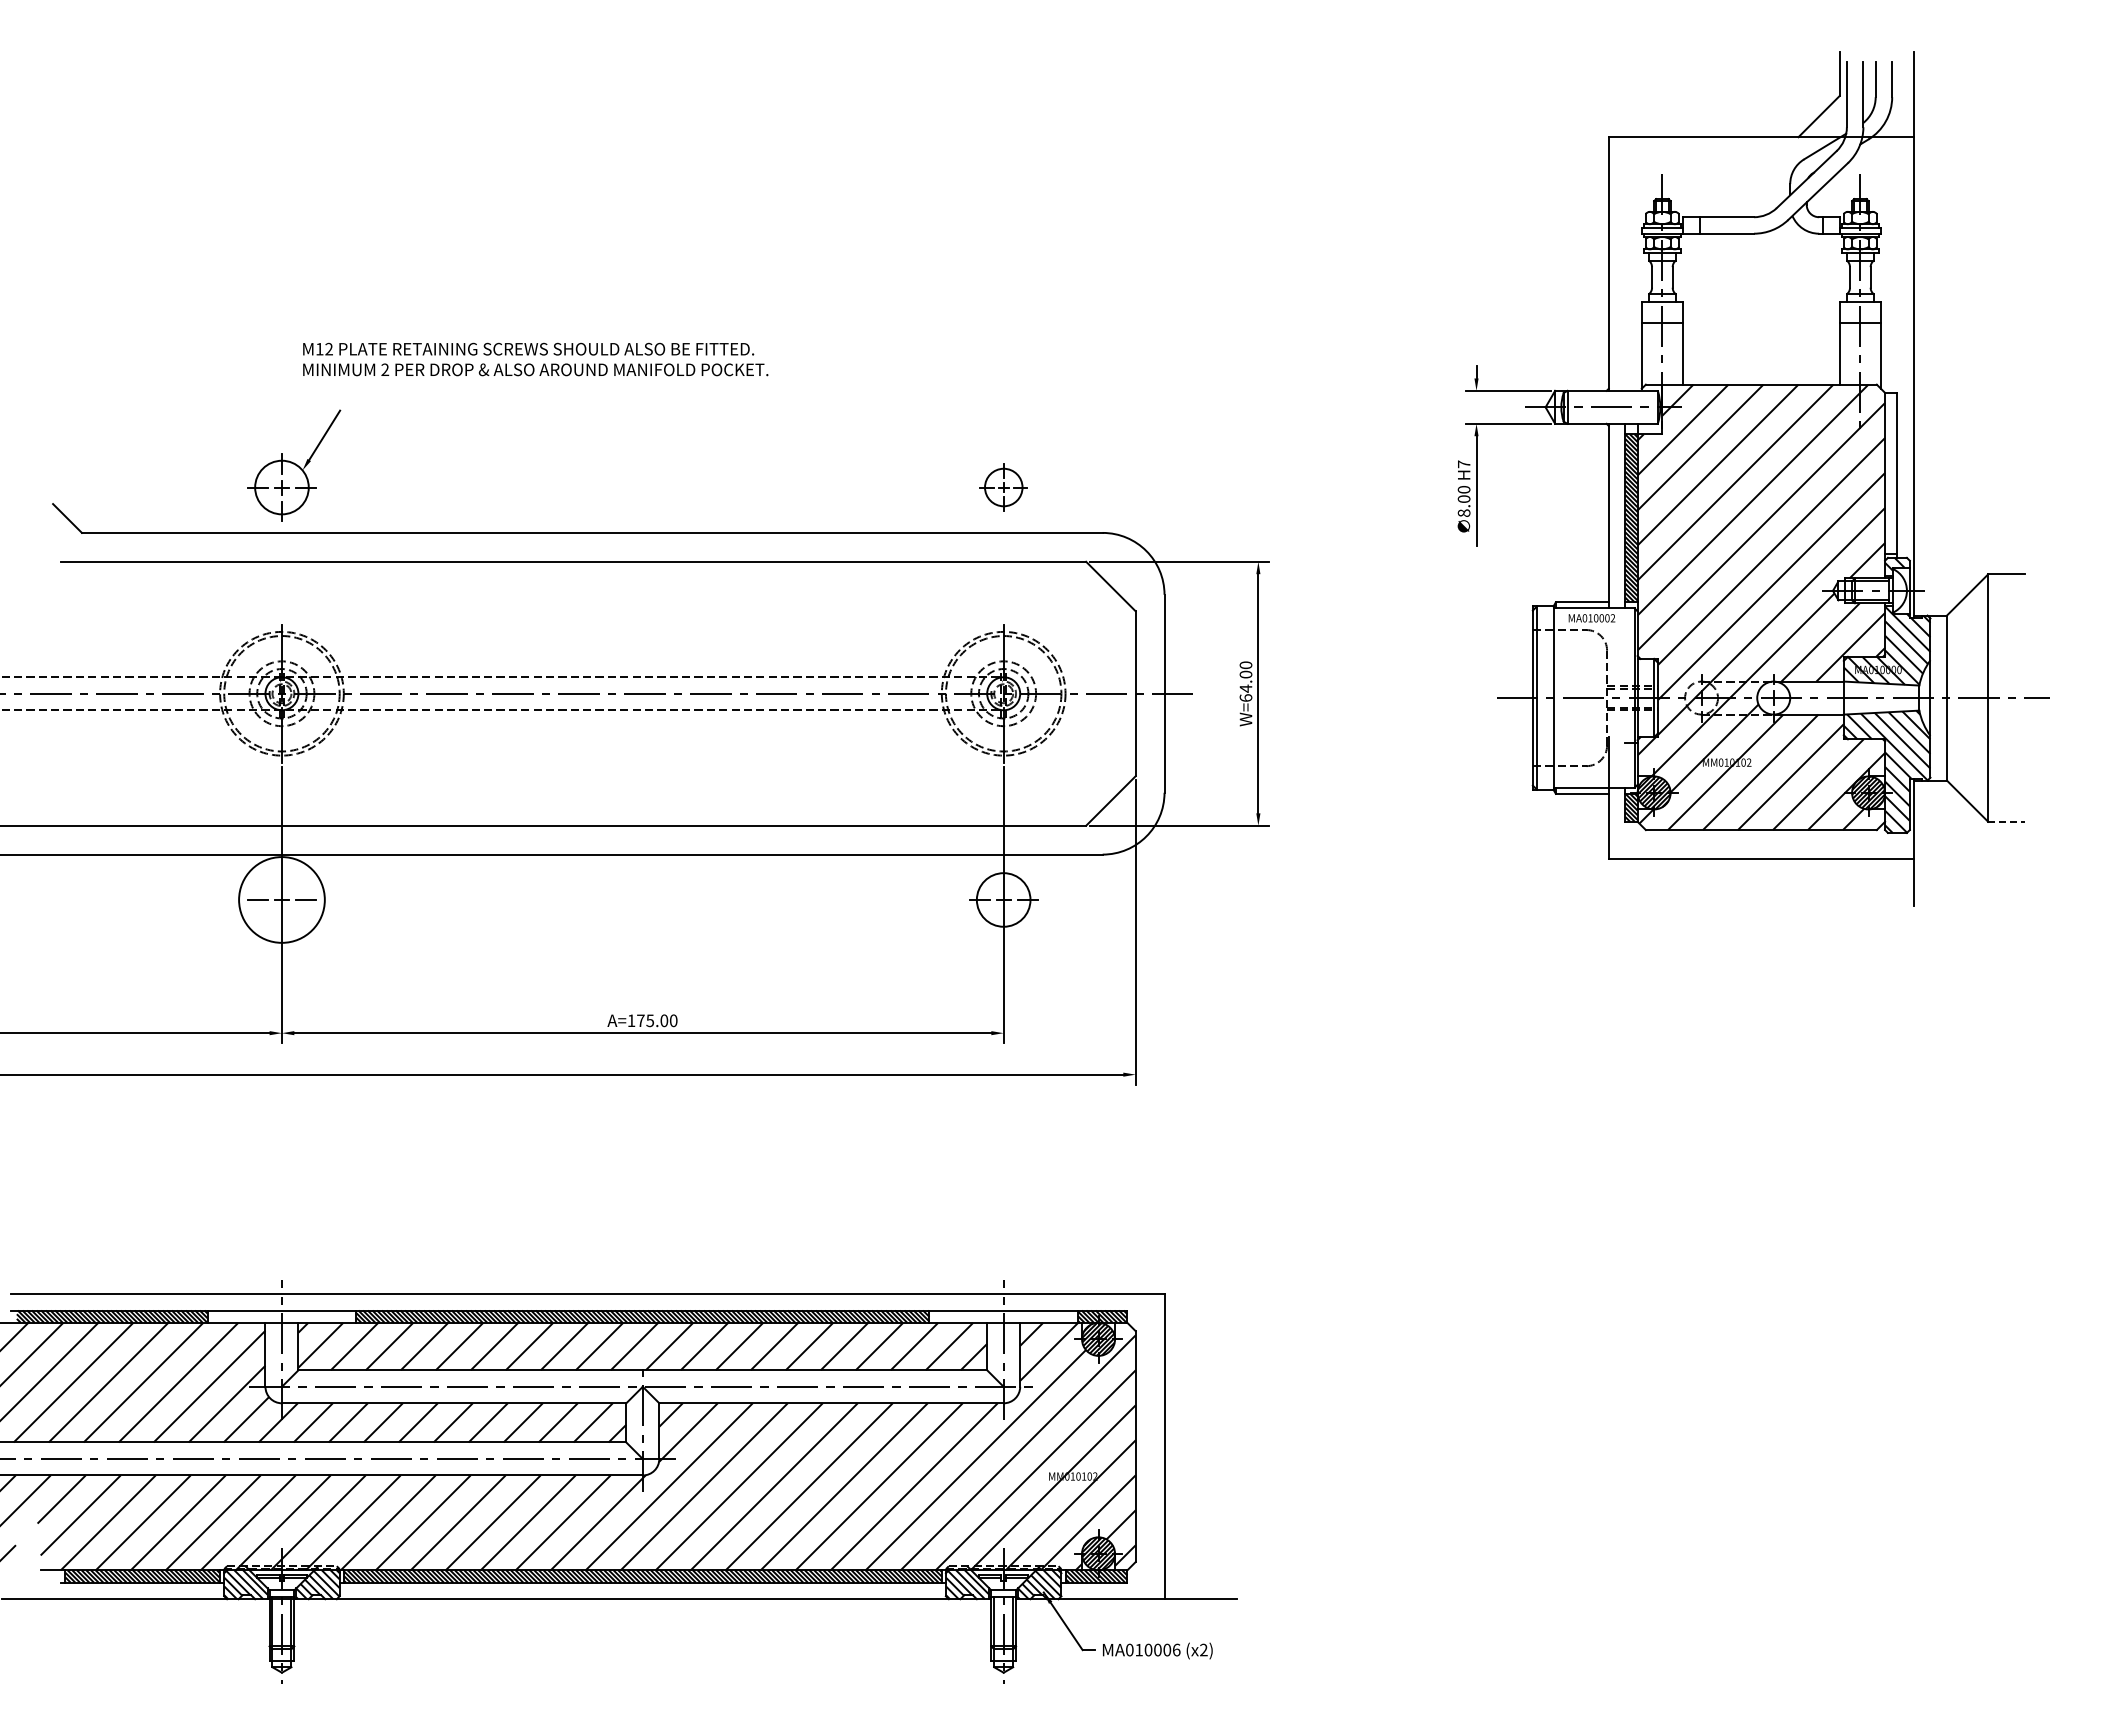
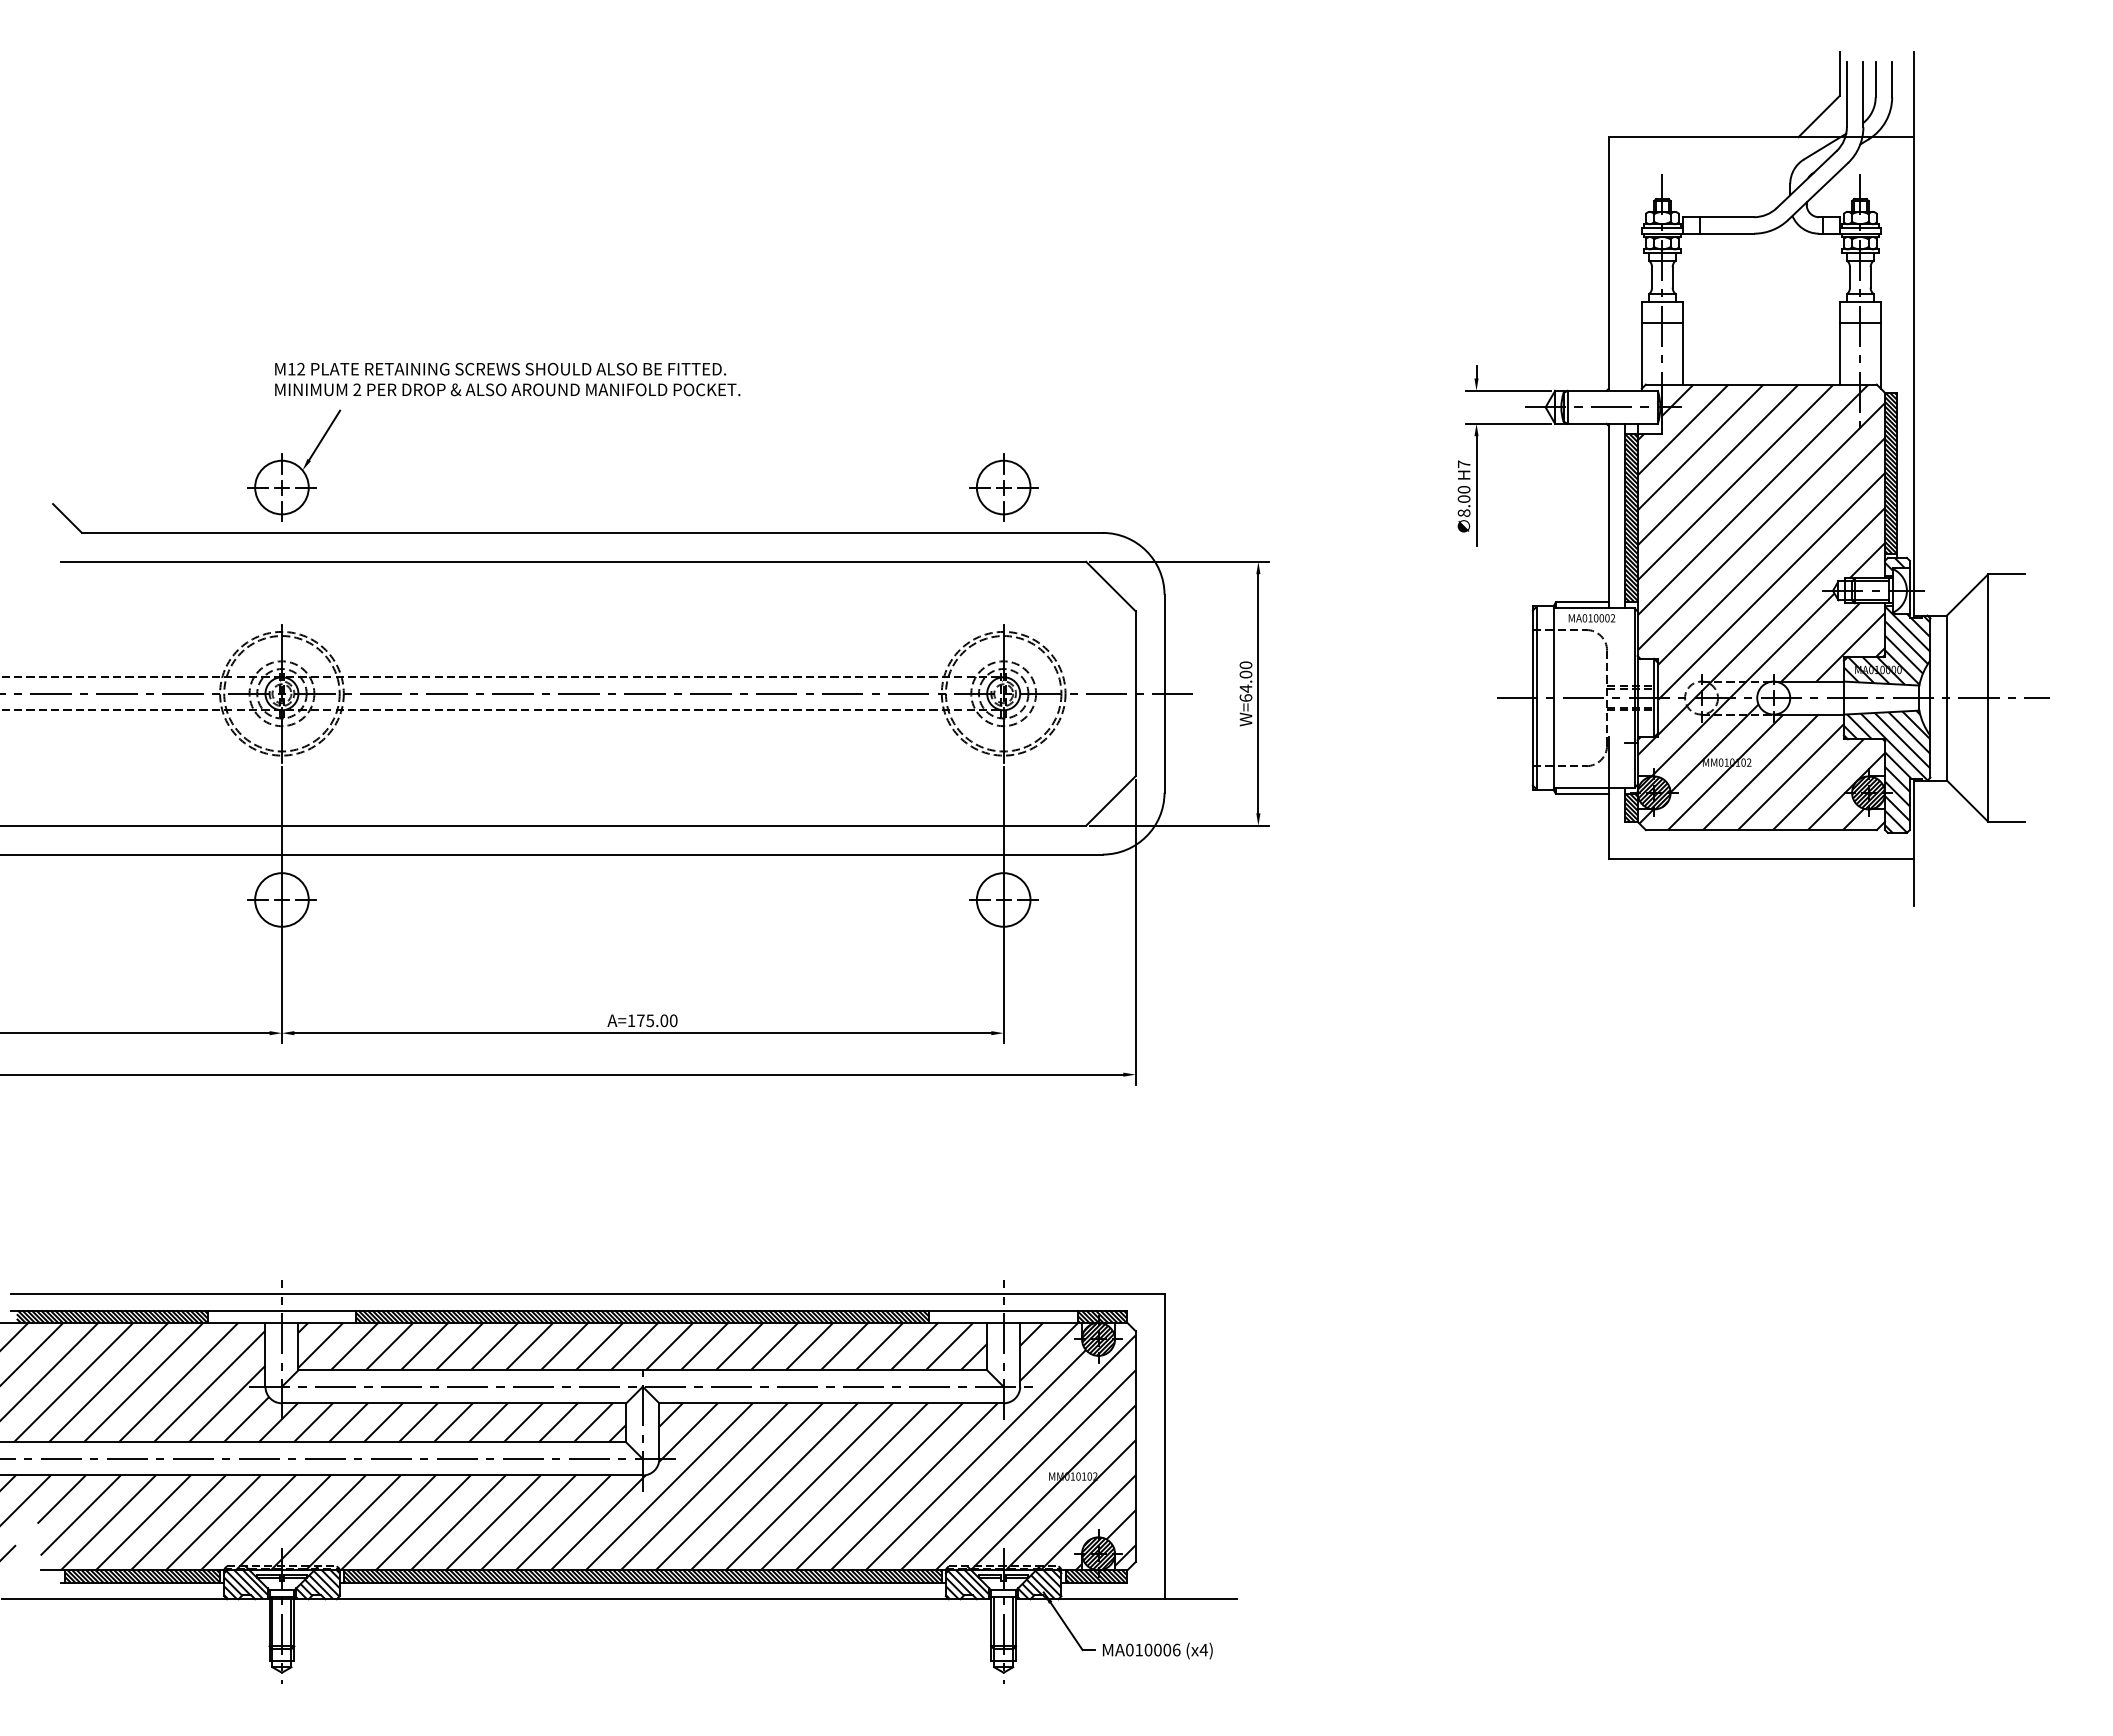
text at (535, 359) position: (535, 359) -> (507, 379)
hatch at (1891, 472): none -> present
part at (1003, 487) size: 49x49 px -> 70x69 px
line at (2006, 821): dashed -> solid
circle at (281, 899) diameter: 86 px -> 54 px
text at (1203, 1649): (x2) -> (x4)
